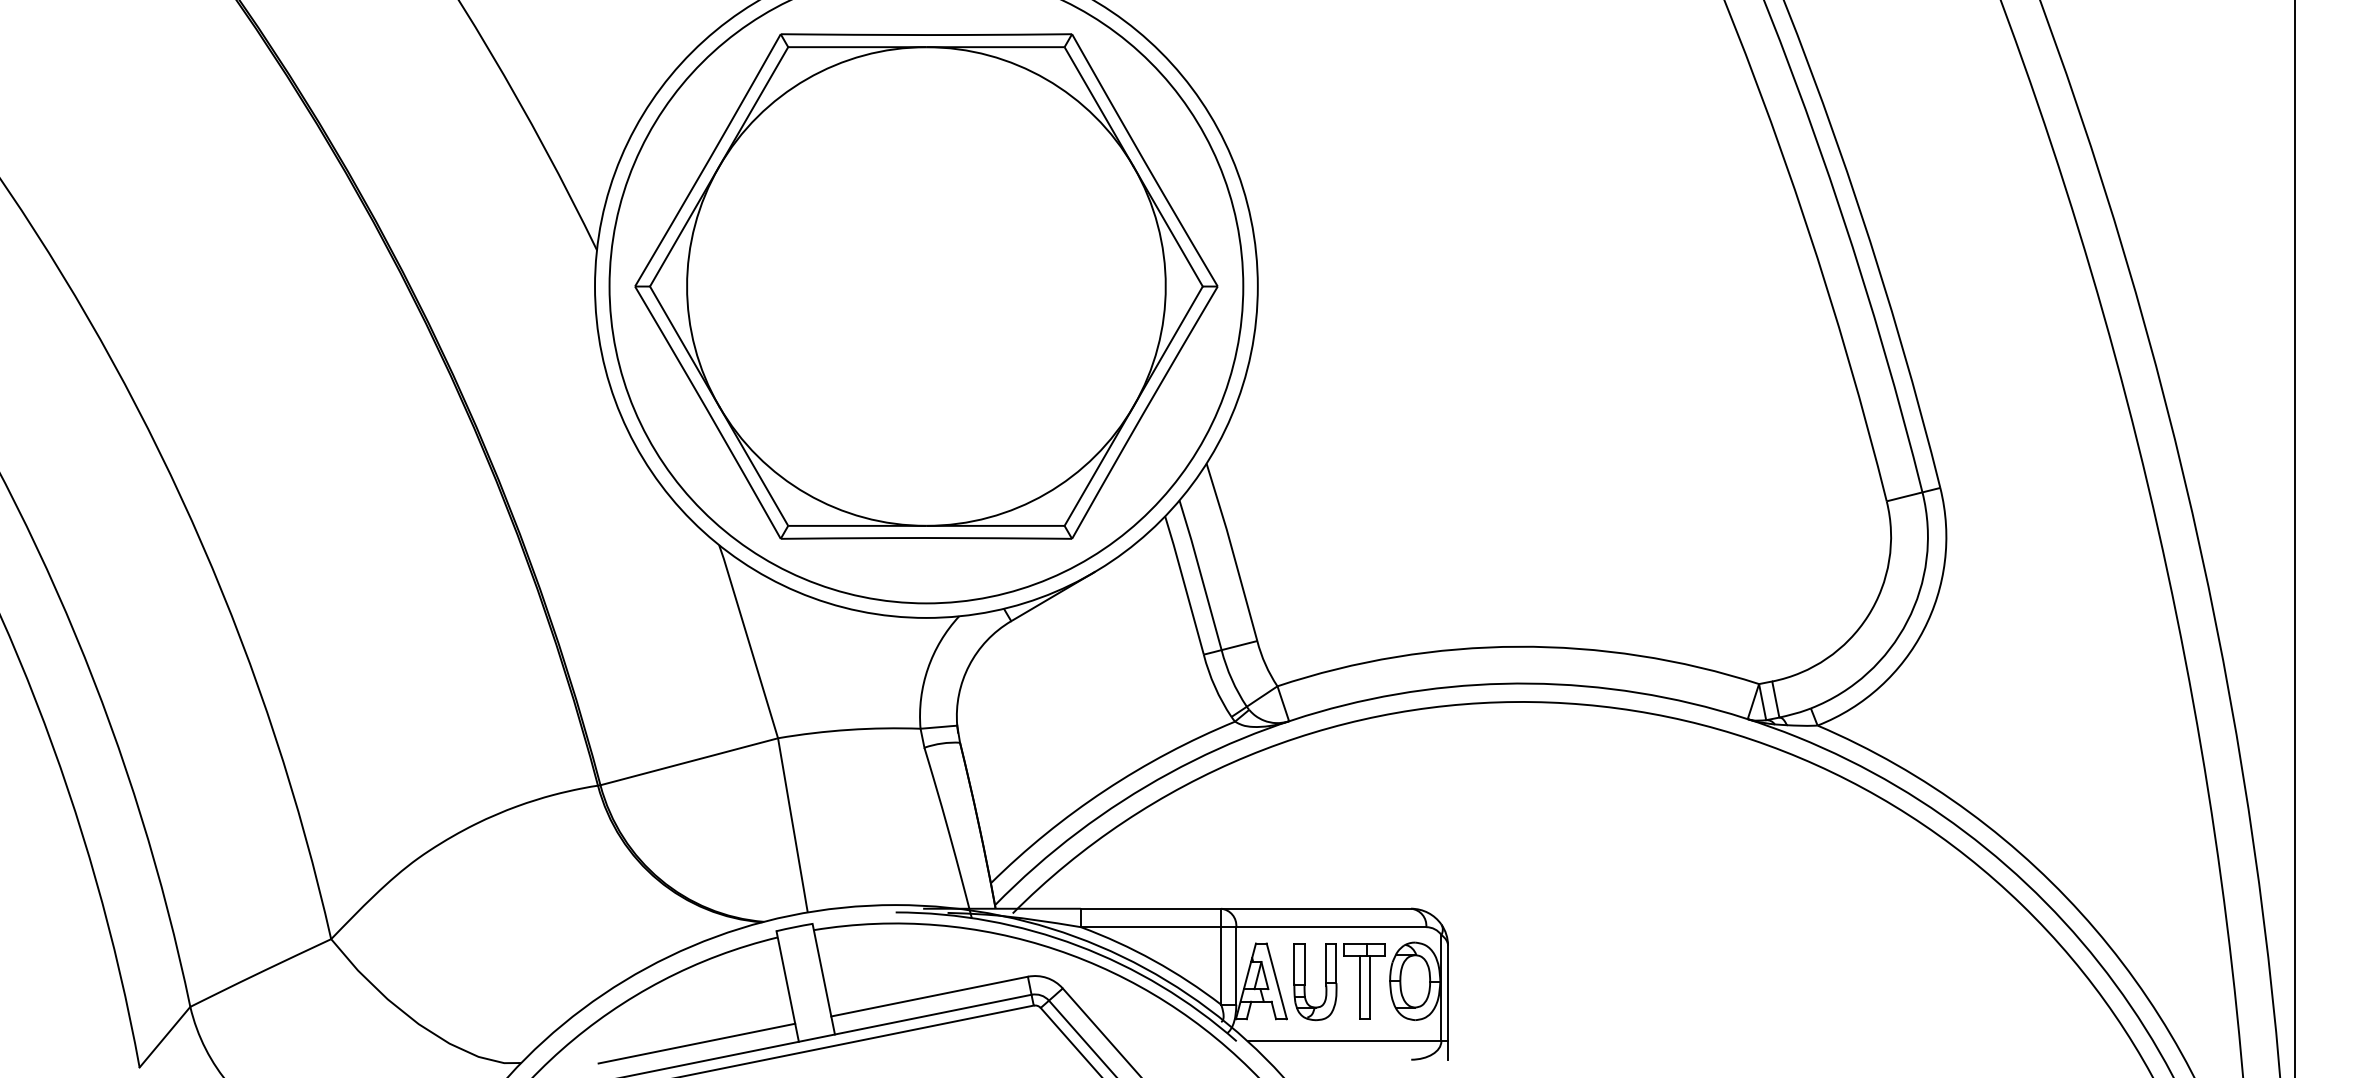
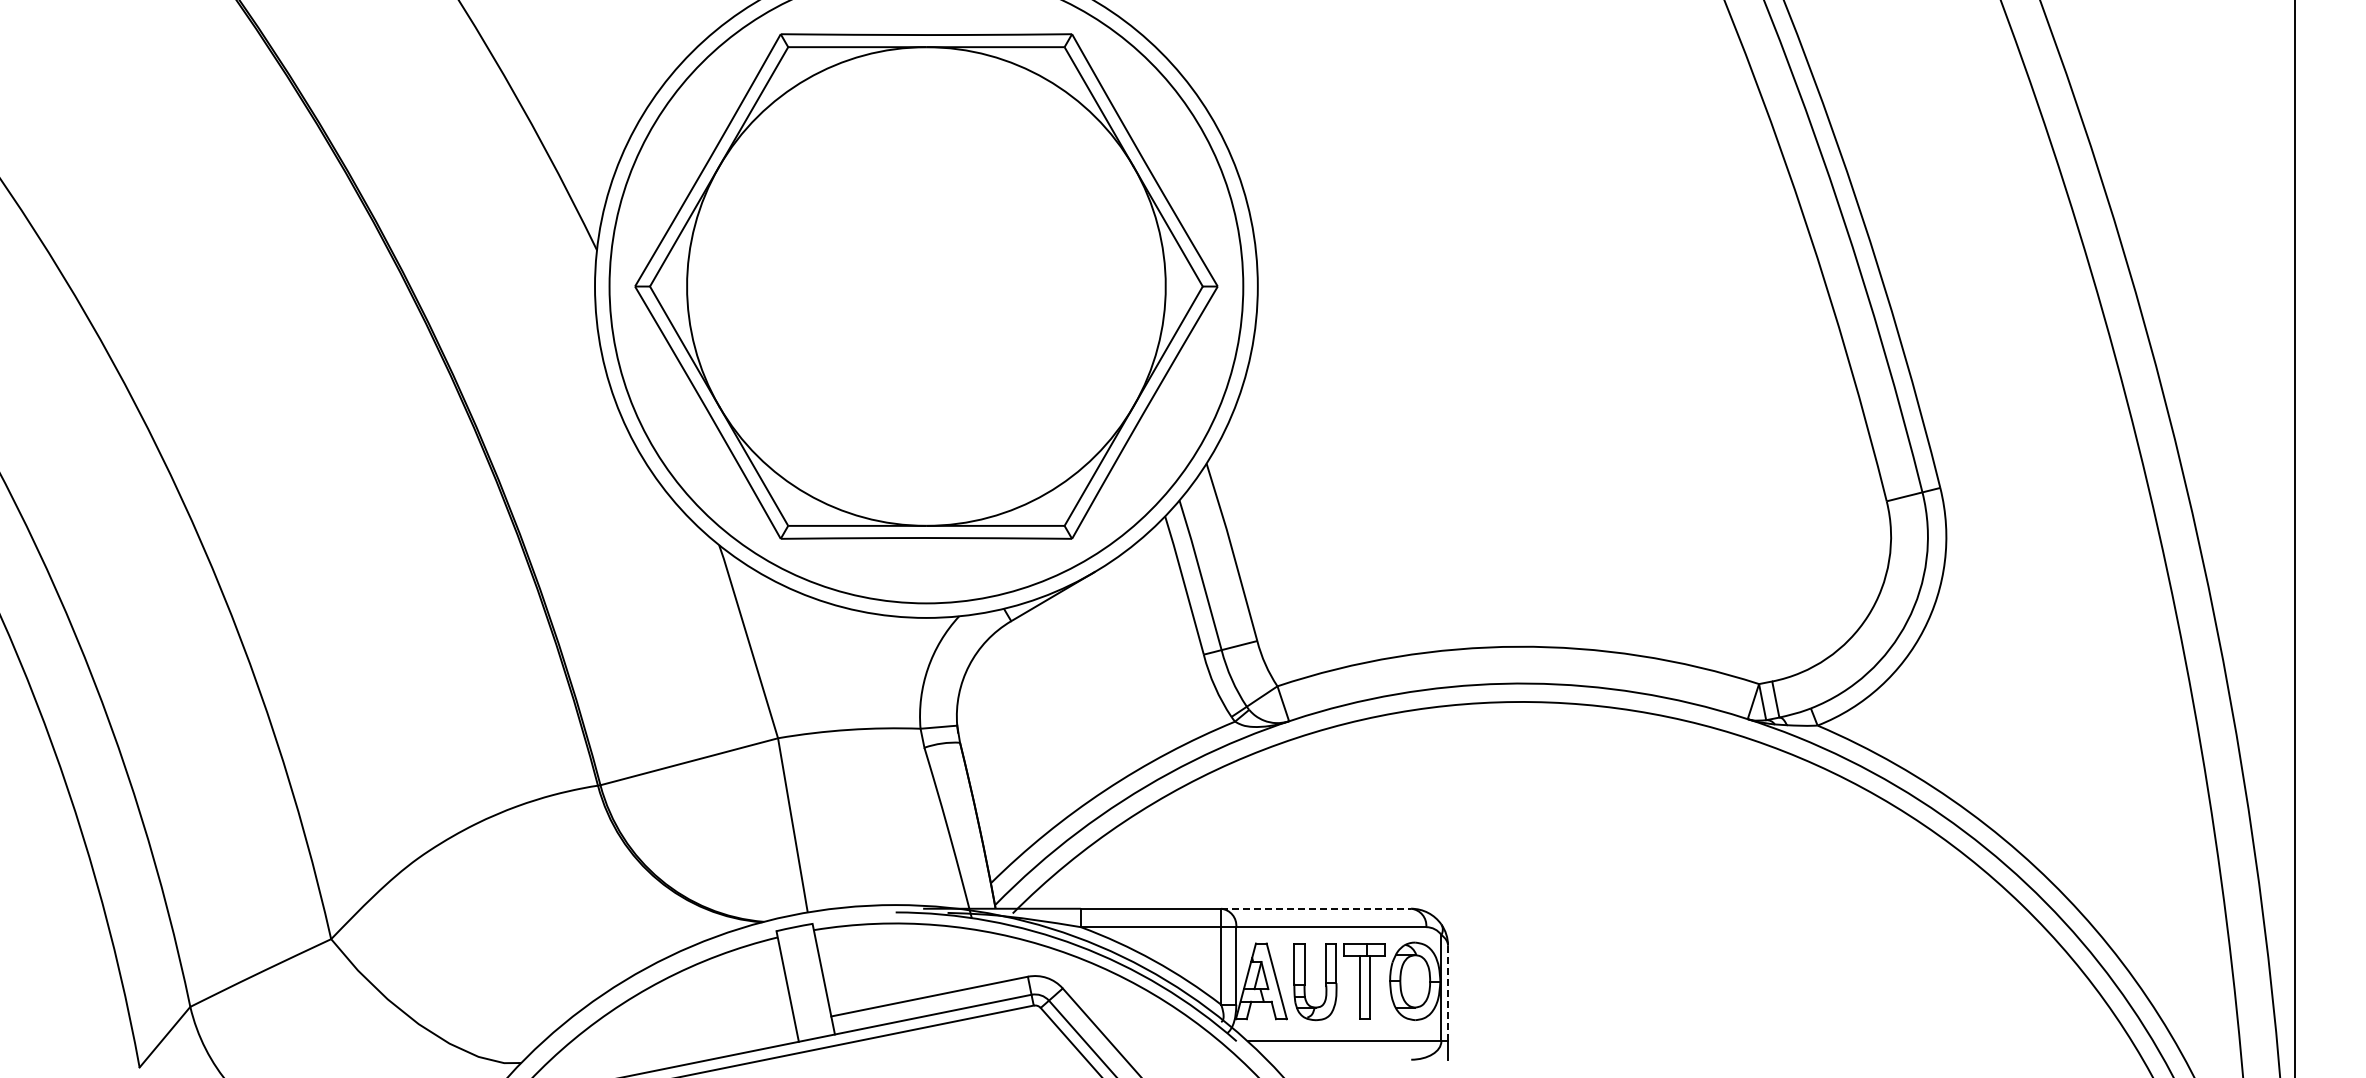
line at (1316, 908): solid -> dashed
line at (1448, 993): solid -> dashed
line at (696, 1043): present -> none
